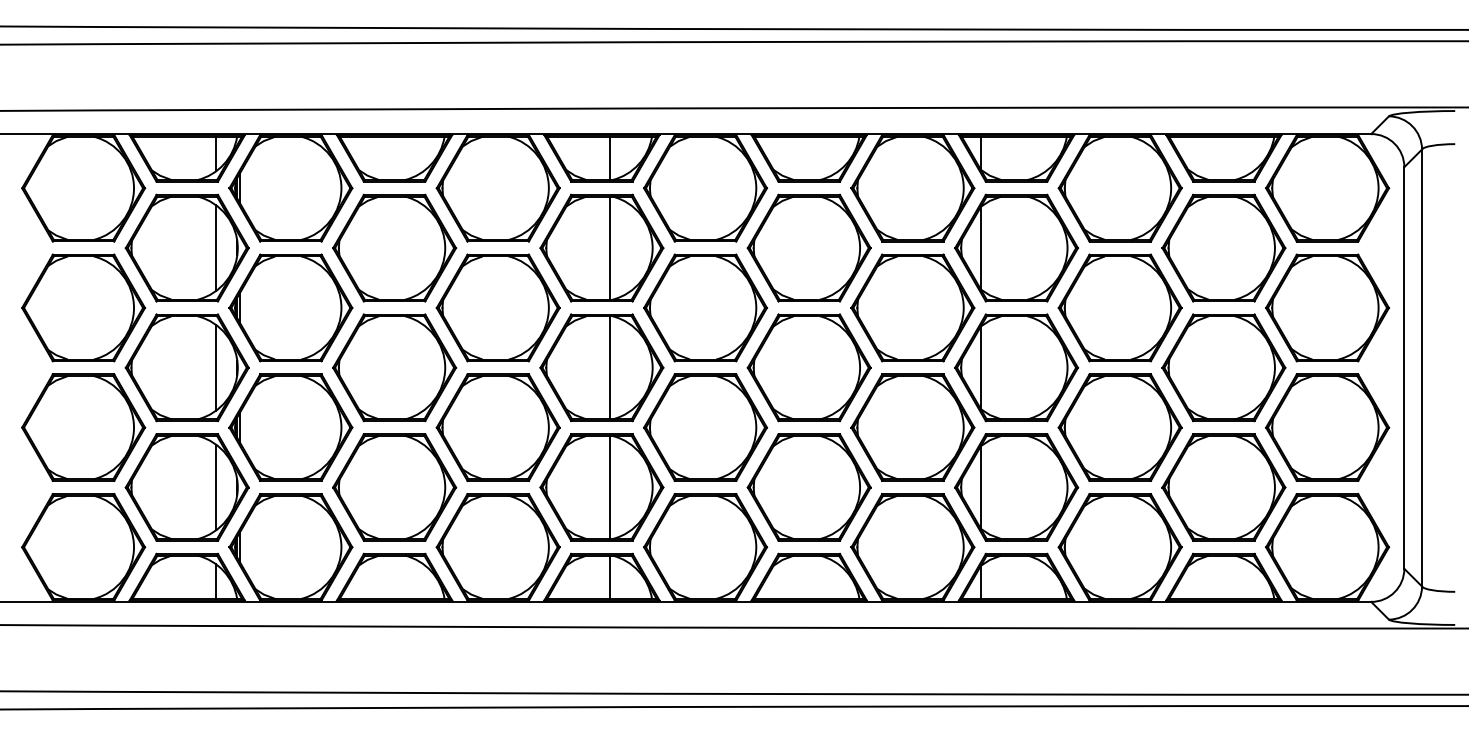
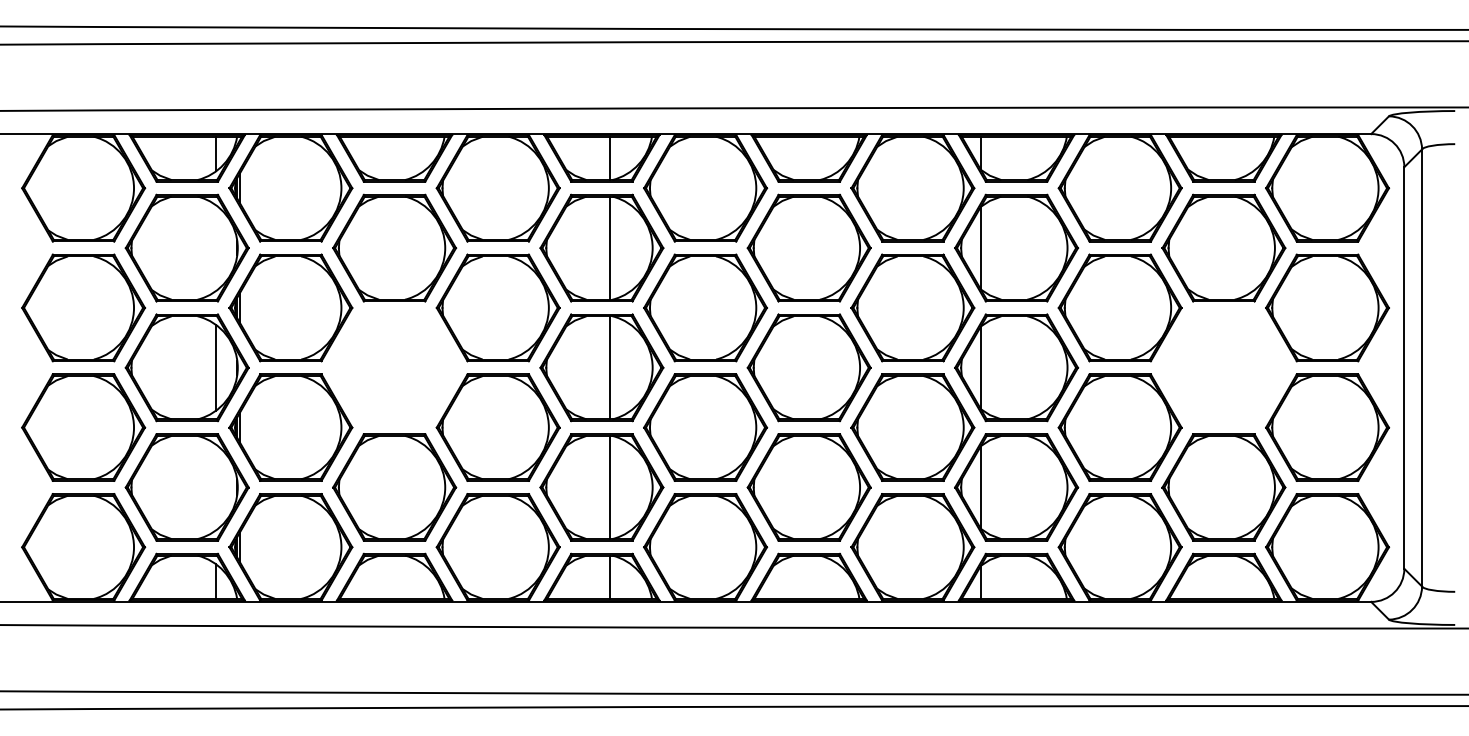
line at (216, 248): present -> none
part at (394, 367): present -> none
part at (1223, 367): present -> none
line at (216, 487): present -> none
